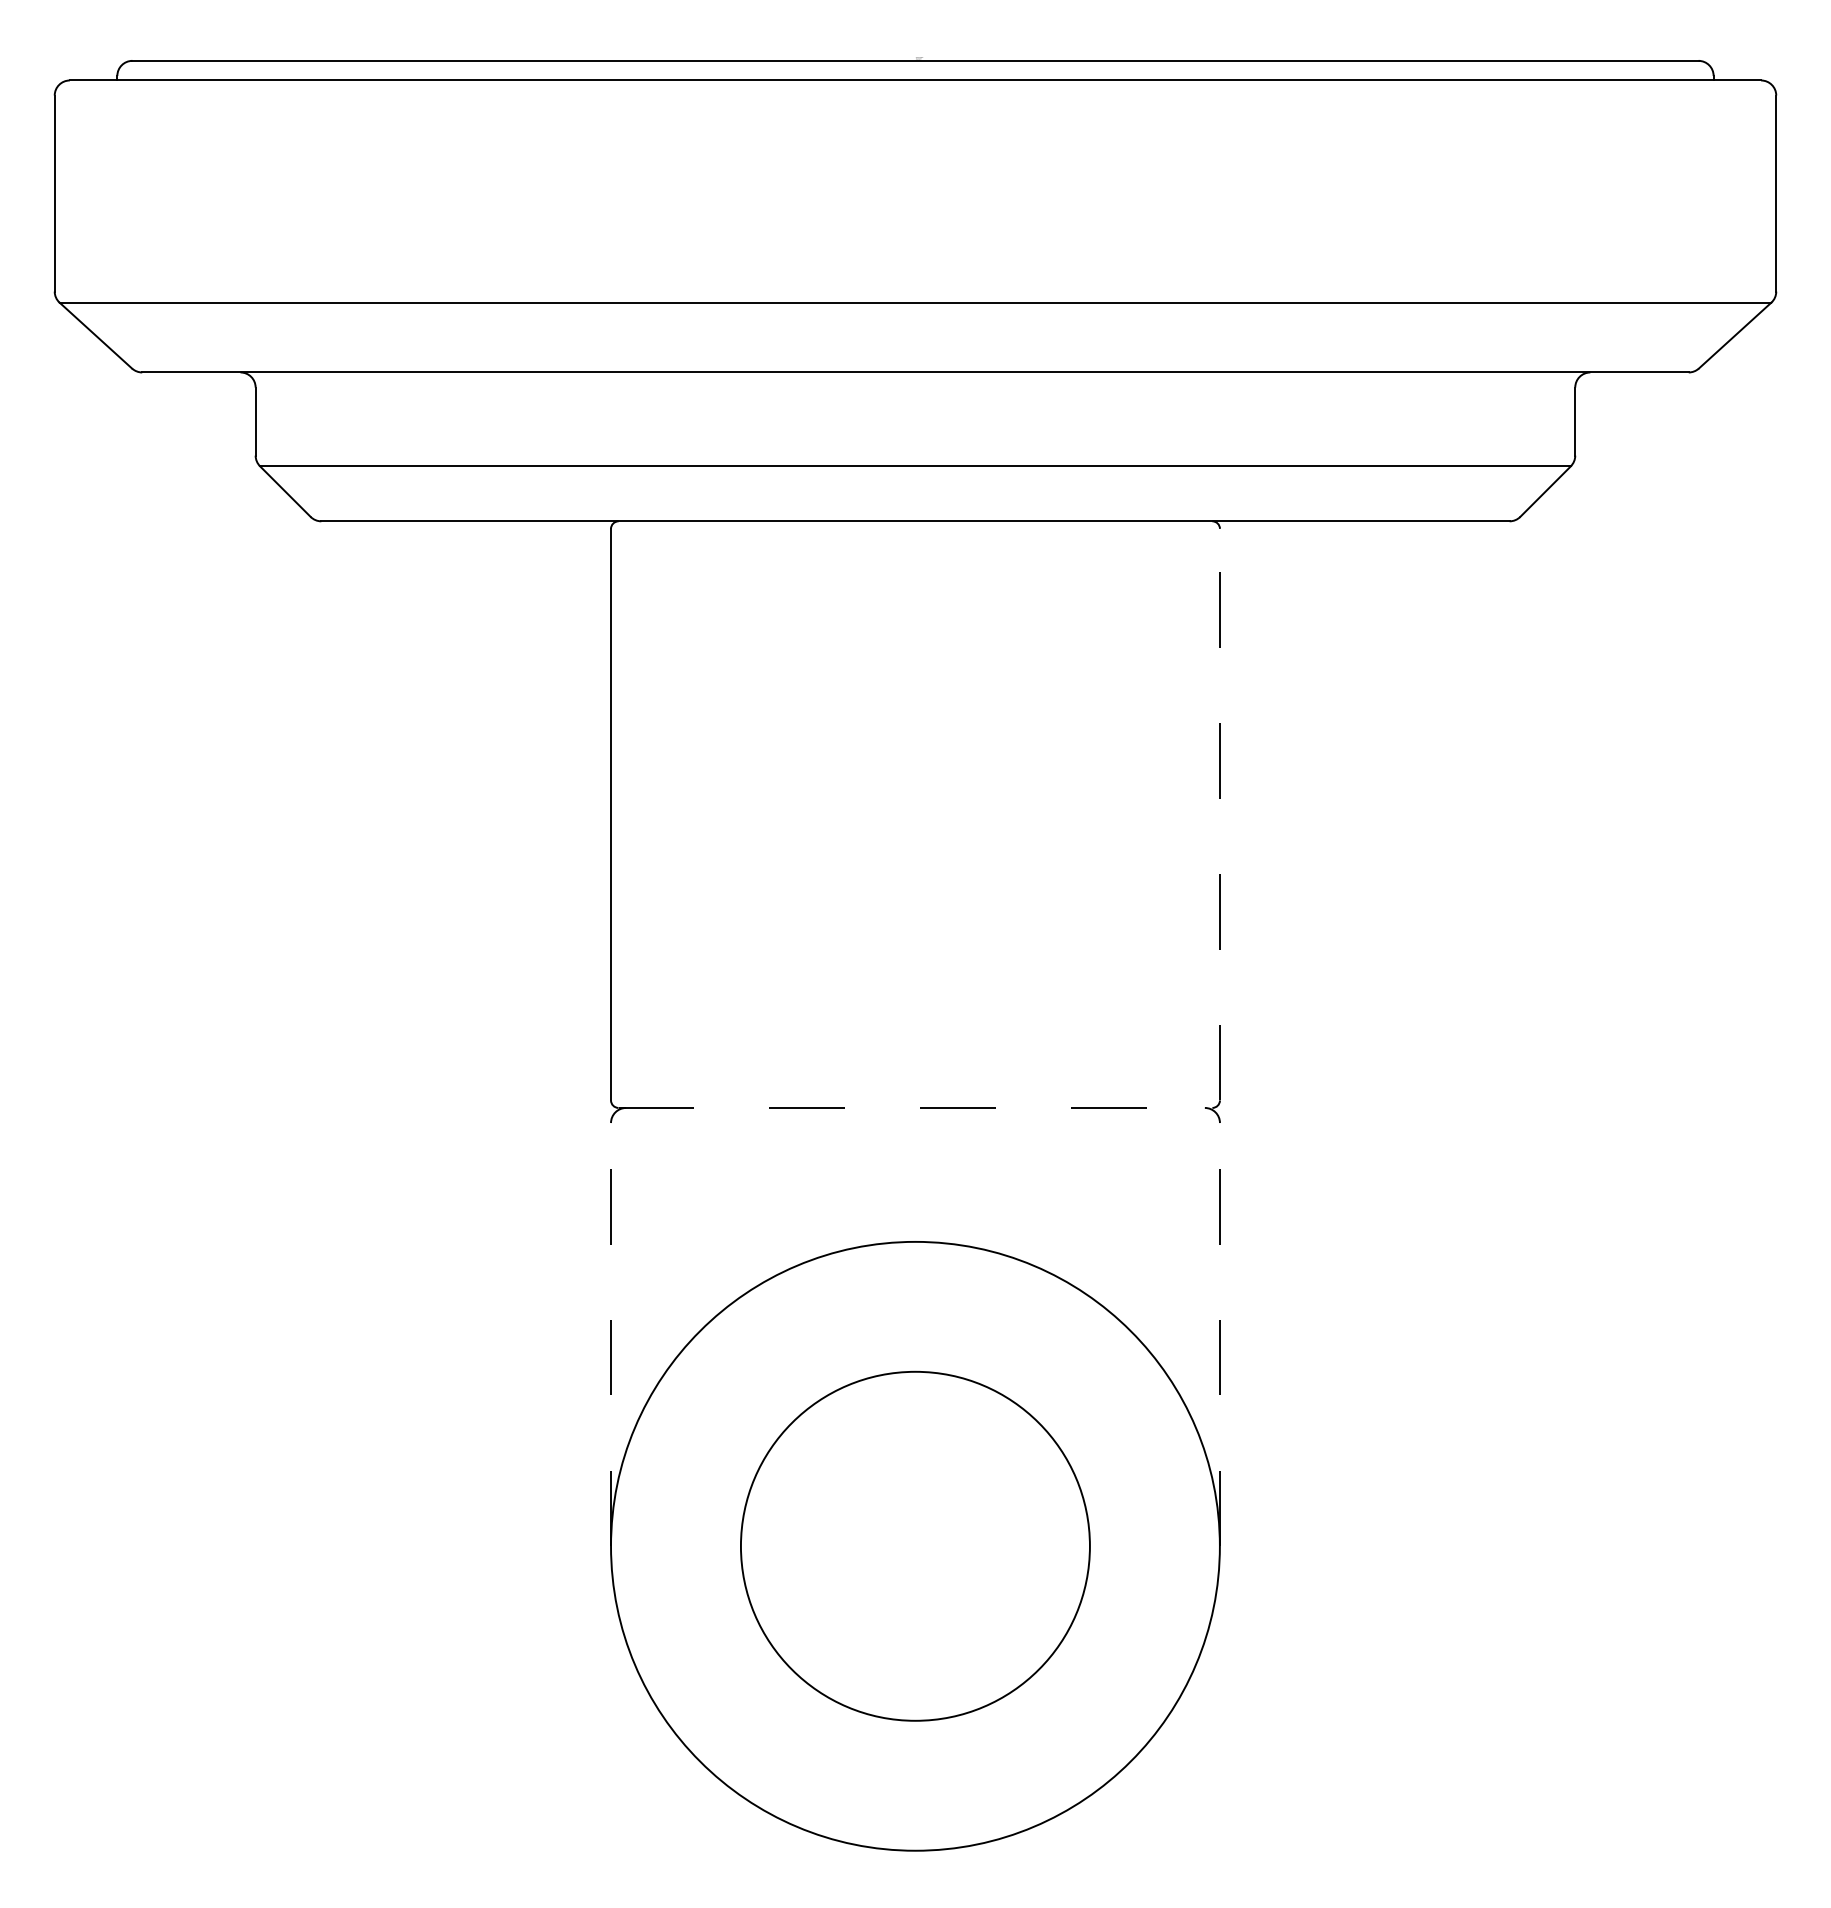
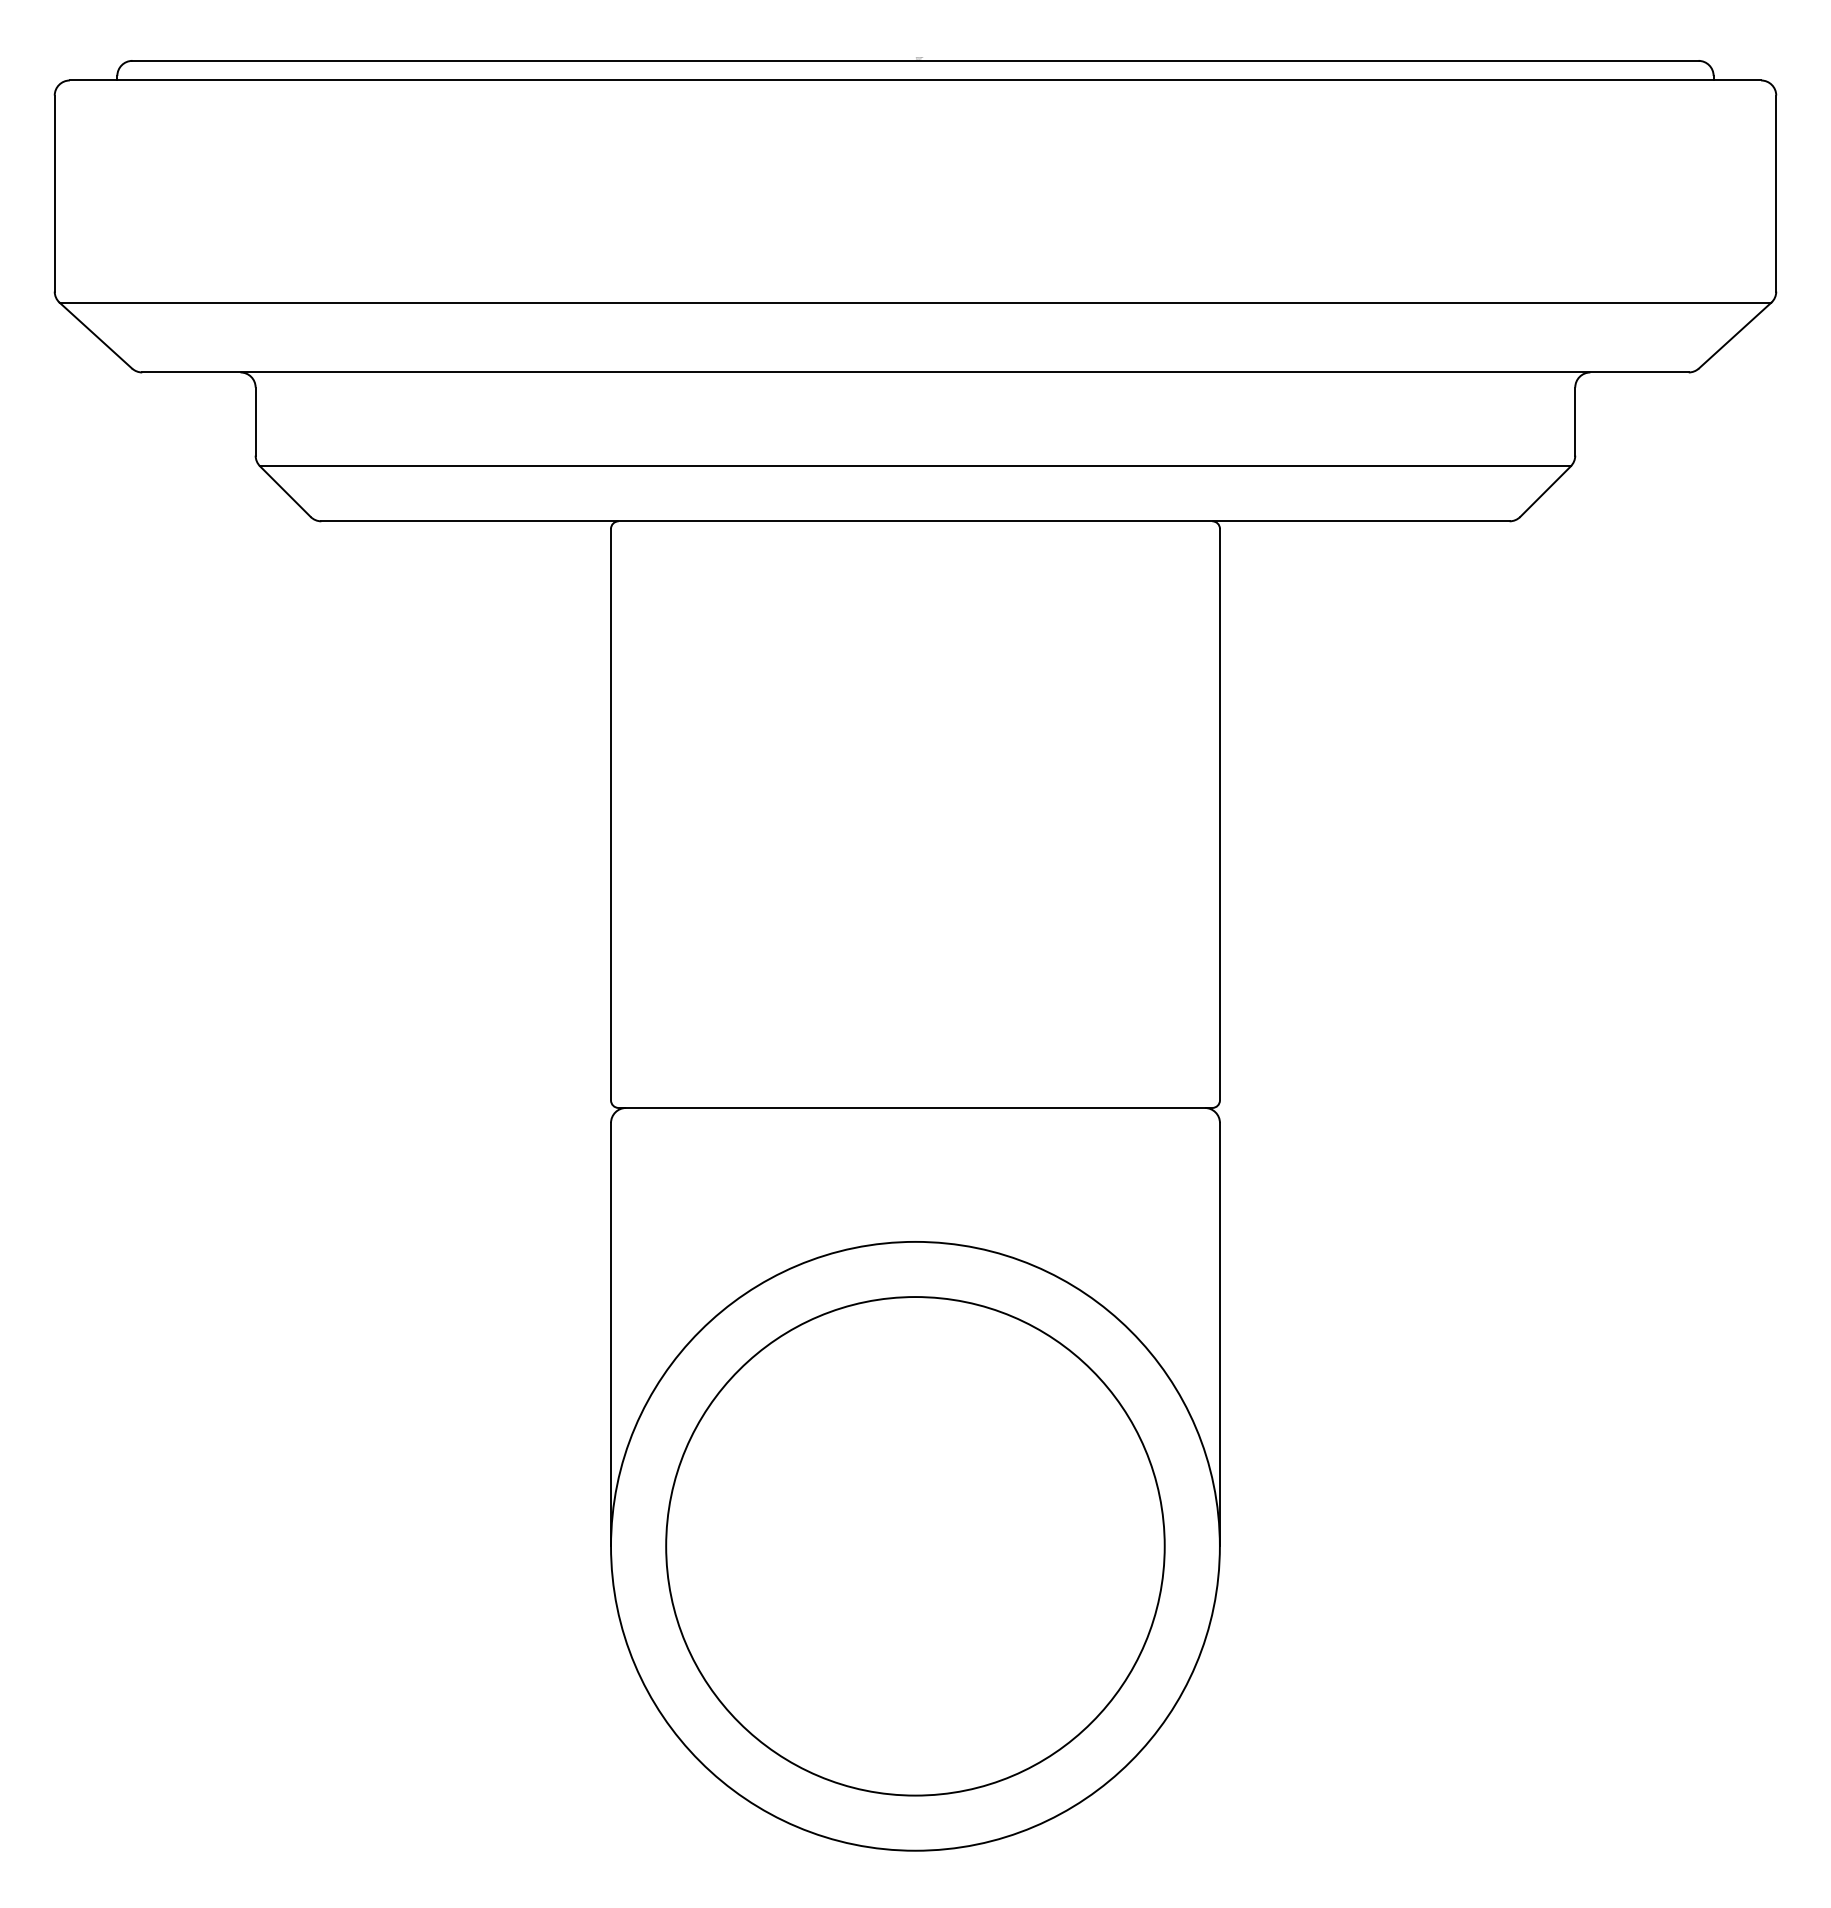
line at (1219, 814): dashed -> solid
line at (915, 1107): dashed -> solid
line at (611, 1334): dashed -> solid
line at (1219, 1334): dashed -> solid
circle at (914, 1545) diameter: 349 px -> 499 px
